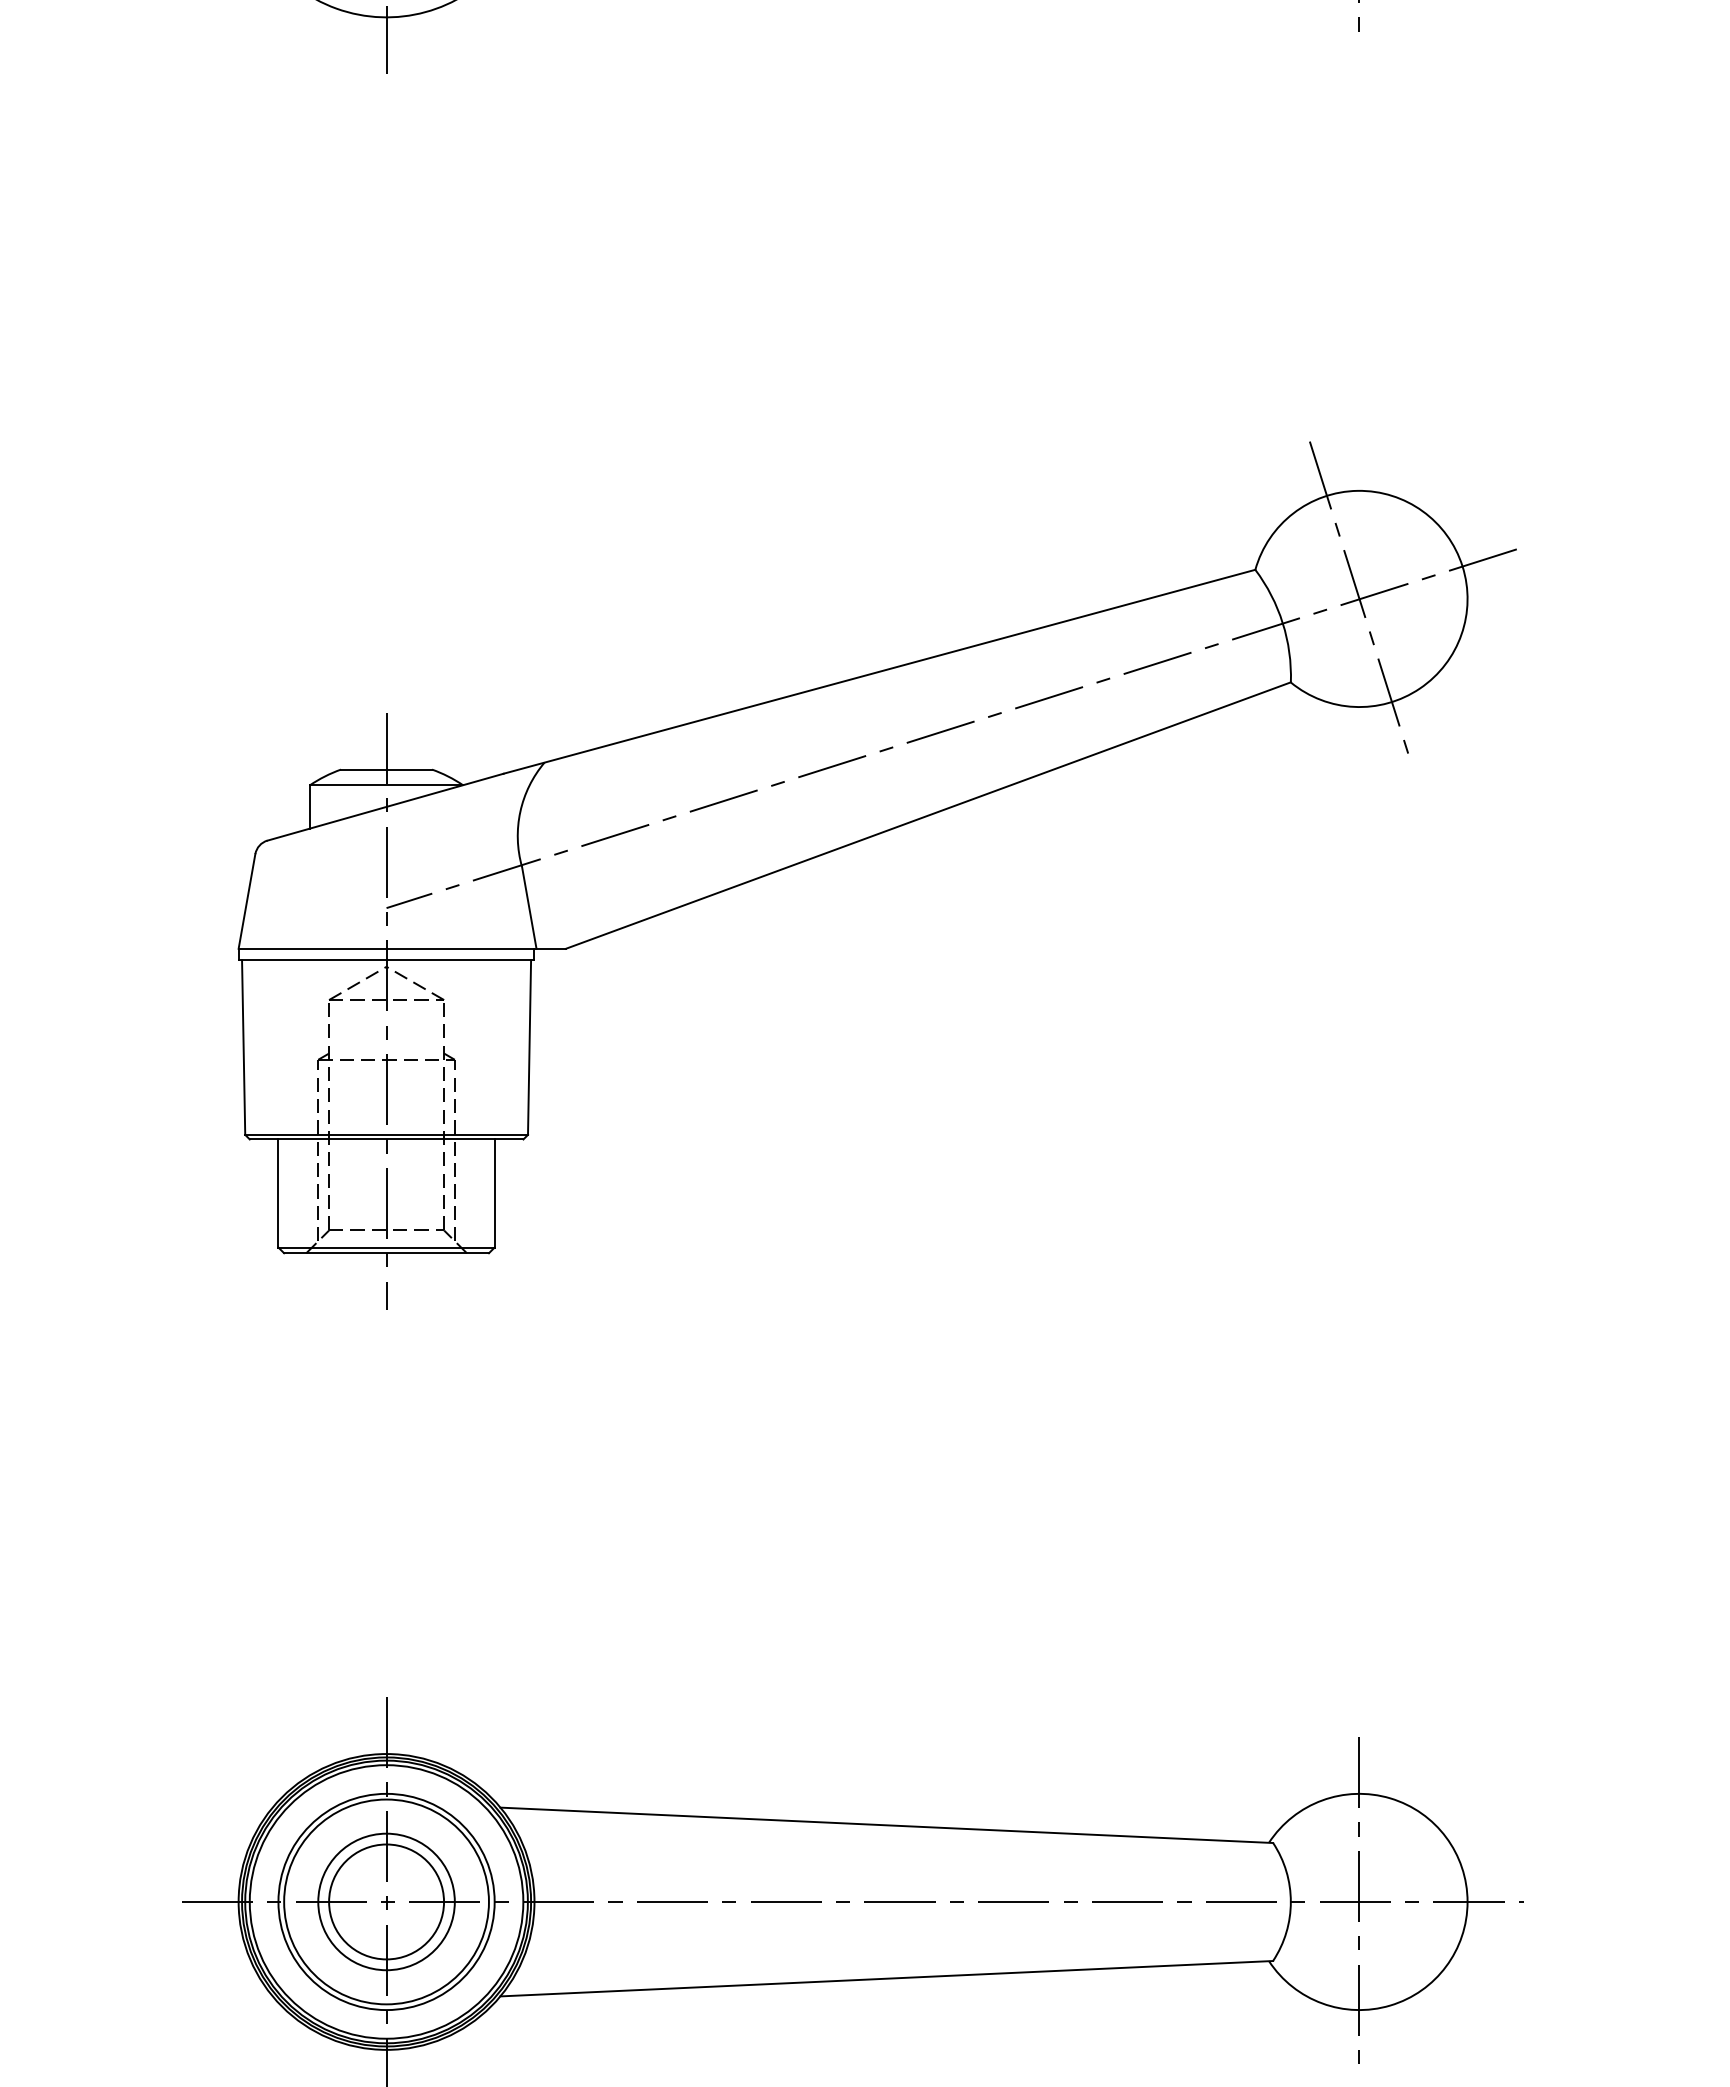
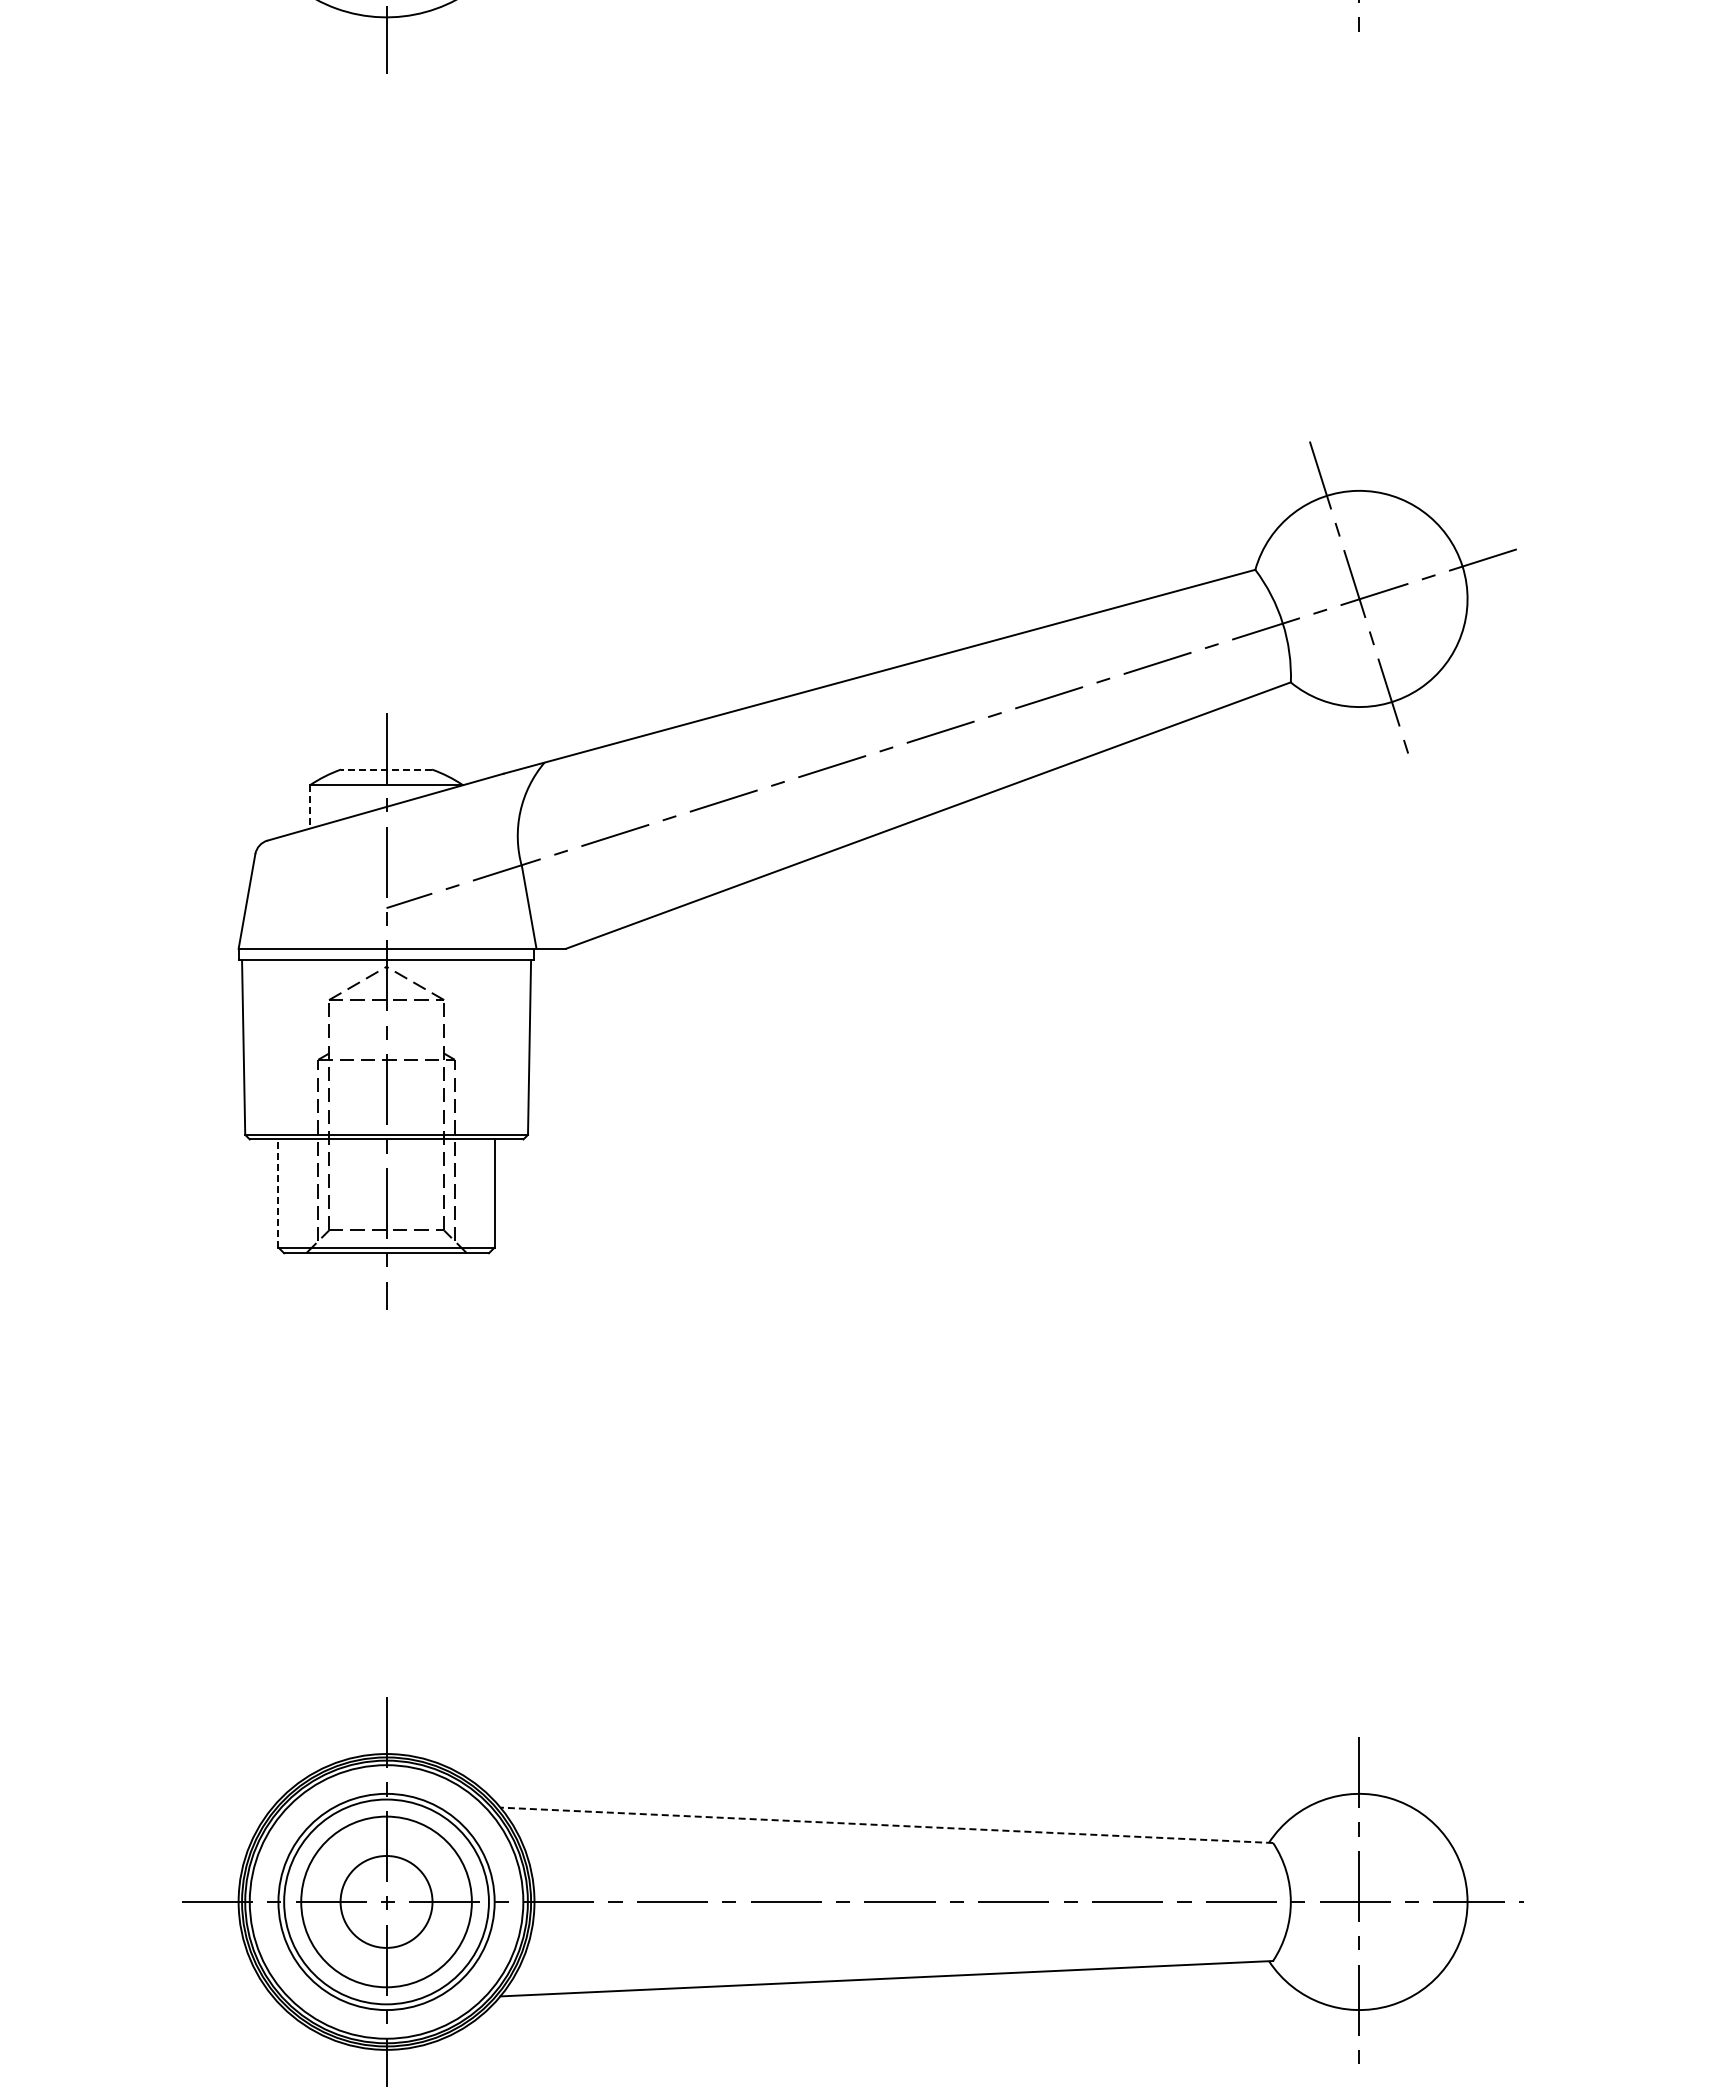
line at (386, 769): solid -> dashed
line at (309, 807): solid -> dashed
line at (278, 1193): solid -> dashed
line at (886, 1825): solid -> dashed
circle at (386, 1901) diameter: 115 px -> 92 px
circle at (386, 1901) diameter: 137 px -> 171 px
